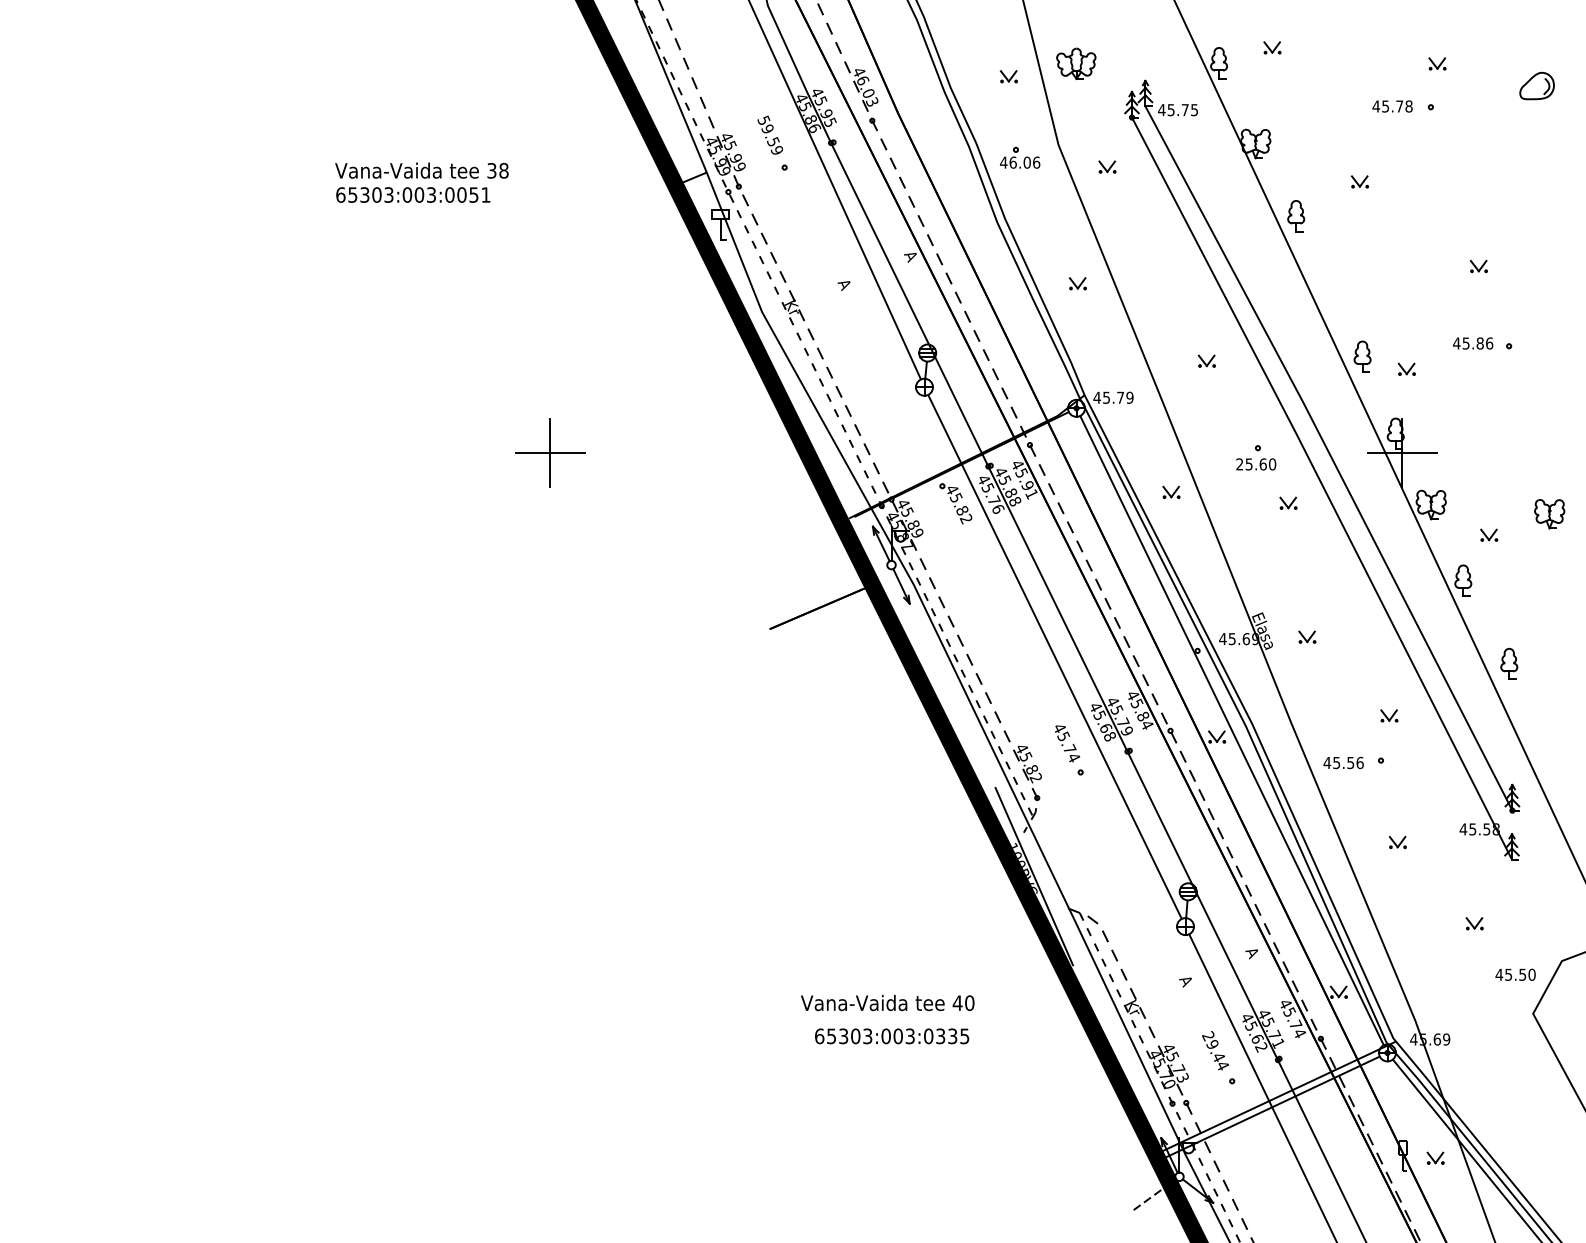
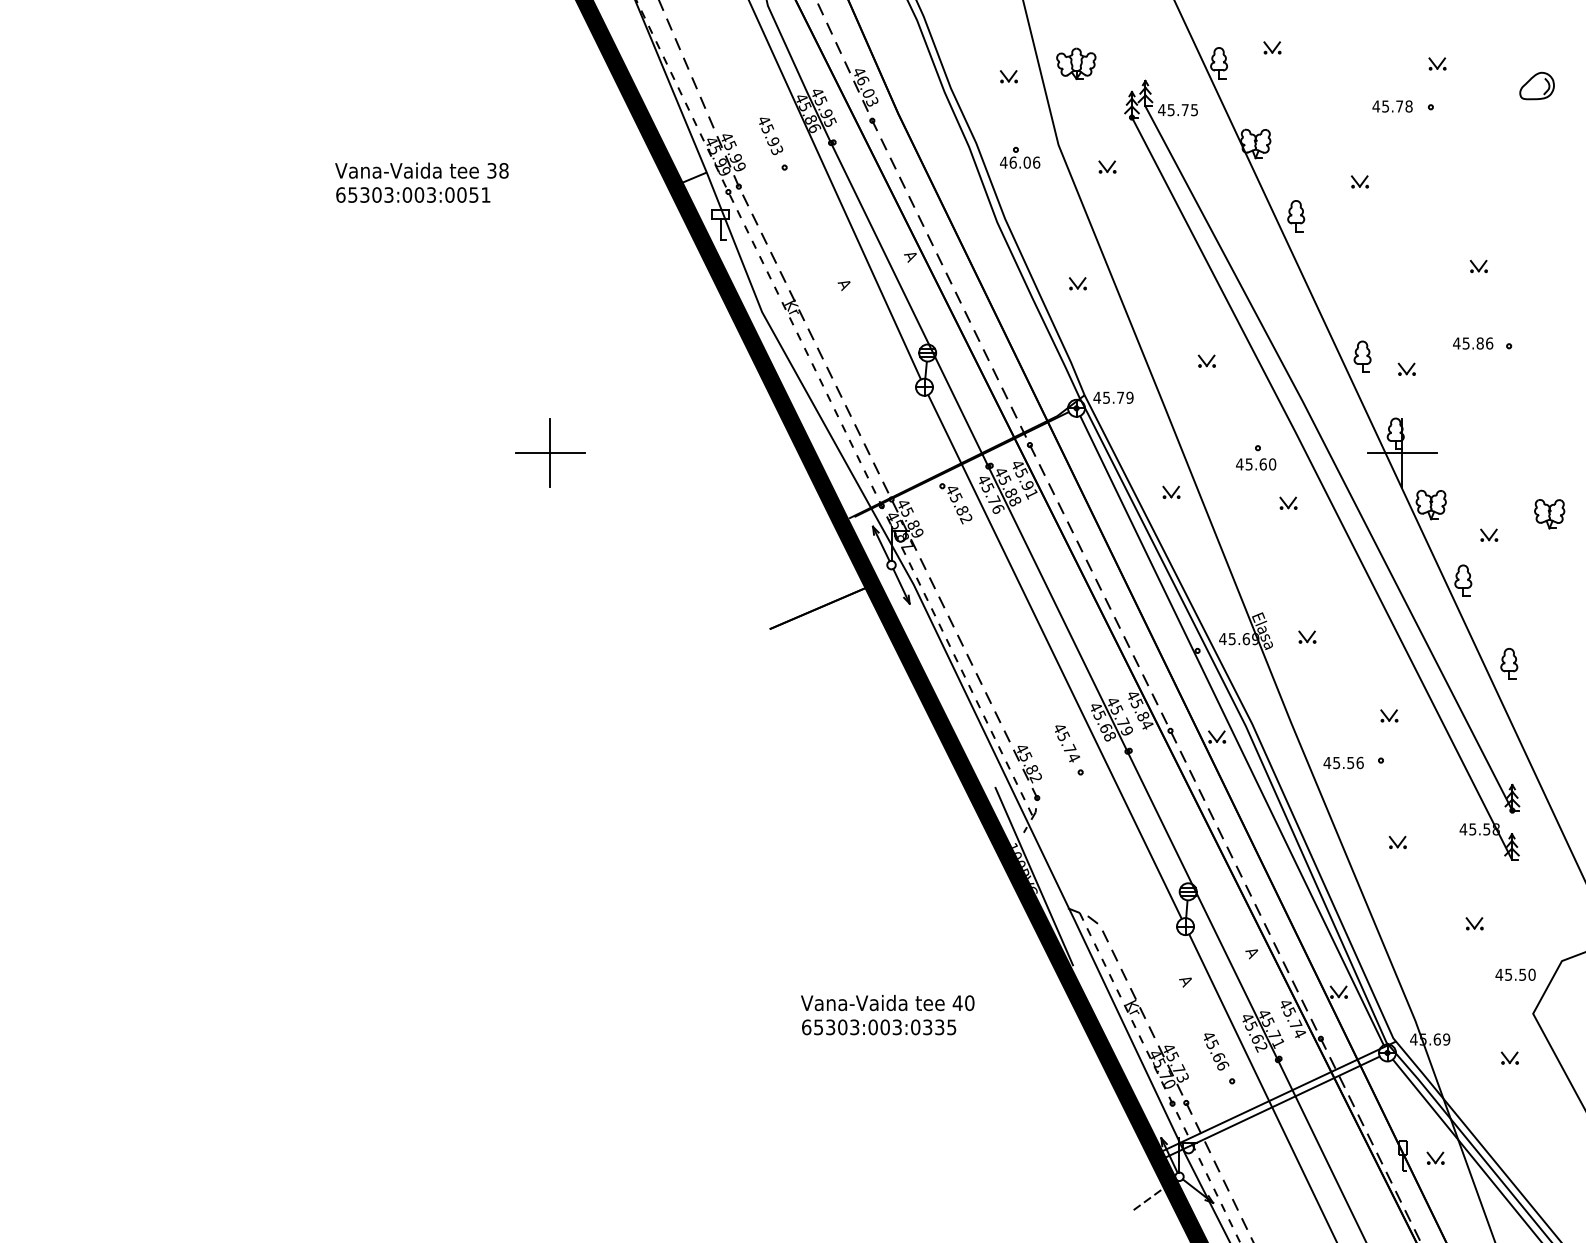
text at (770, 135): 59.59 -> 45.93
text at (1239, 464): 25.60 -> 45.60
text at (892, 1036) position: (892, 1036) -> (879, 1027)
text at (1215, 1050): 29.44 -> 45.66
part at (1509, 1057): none -> present
